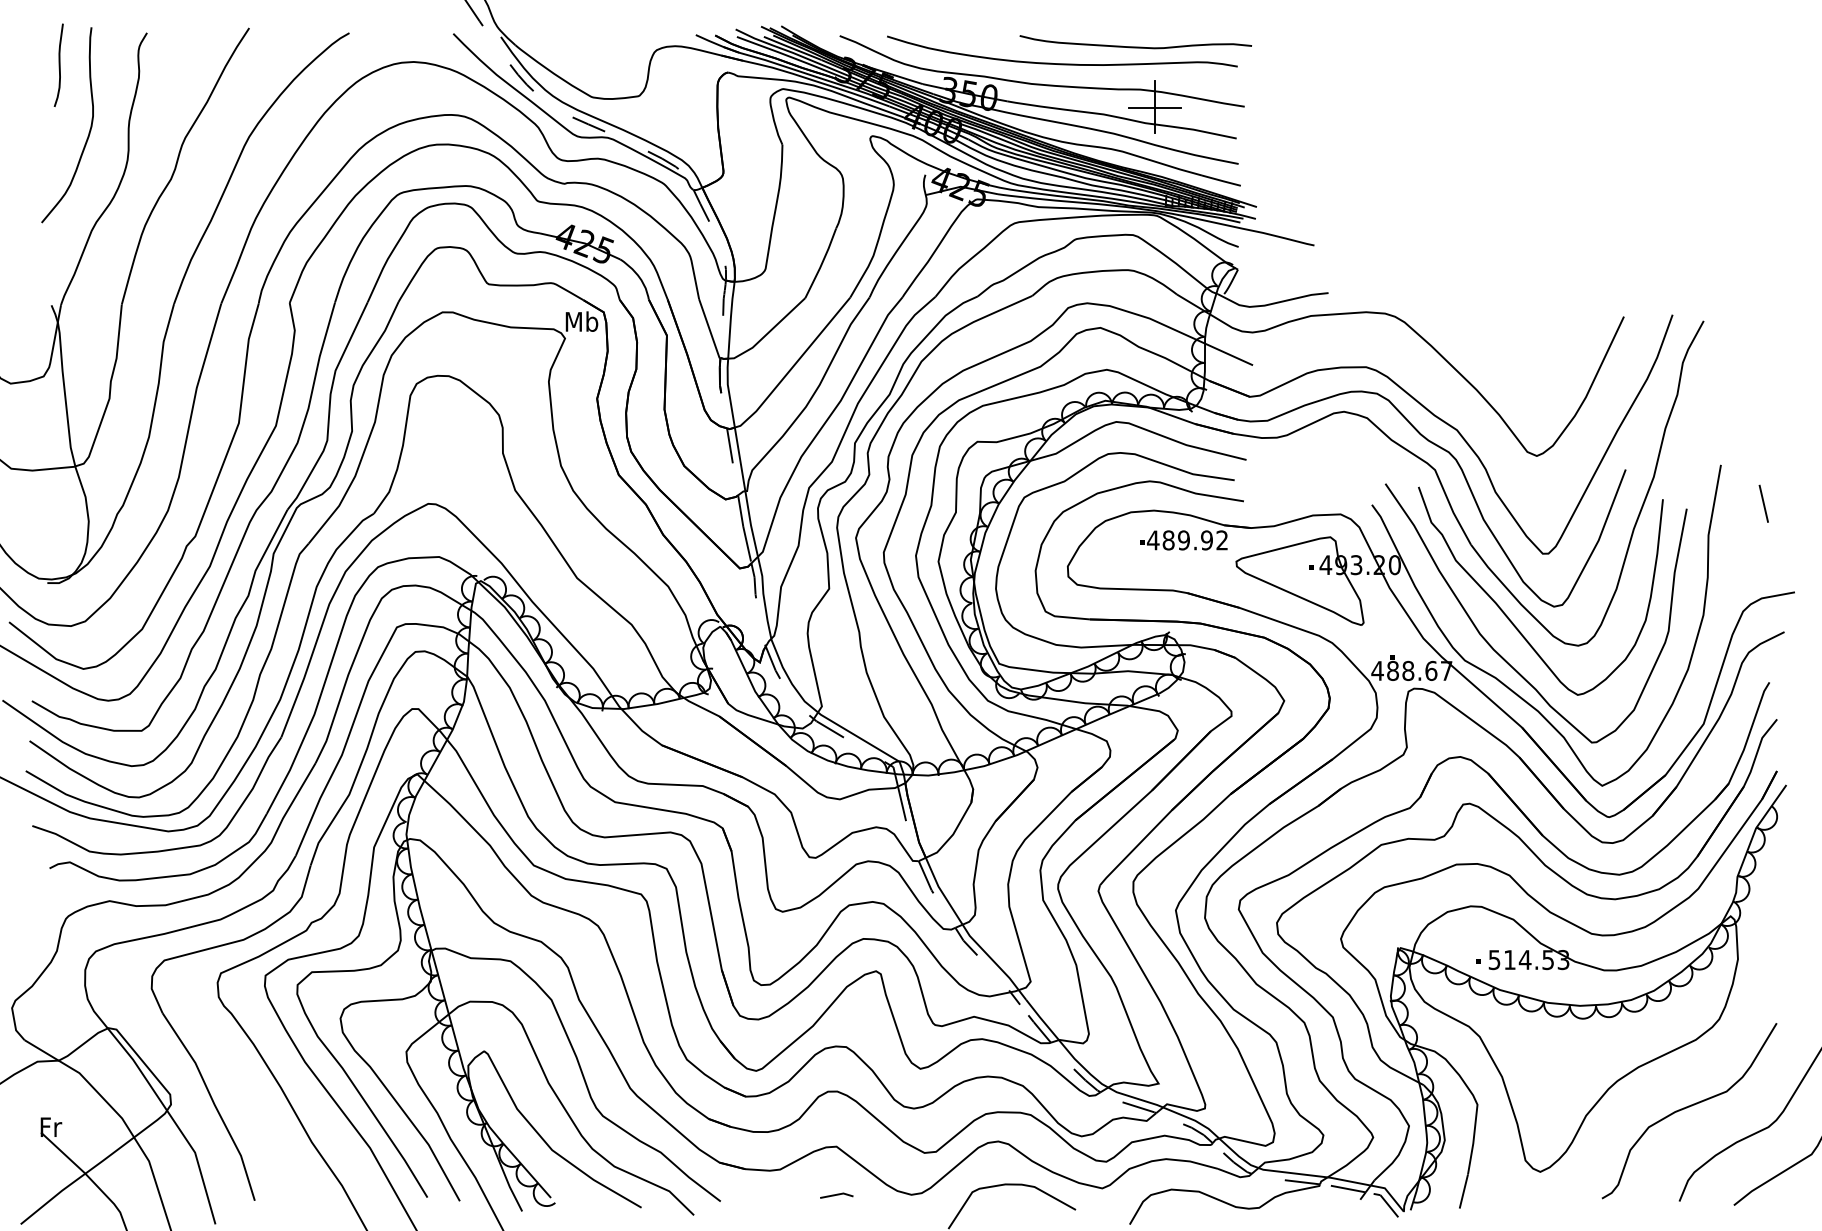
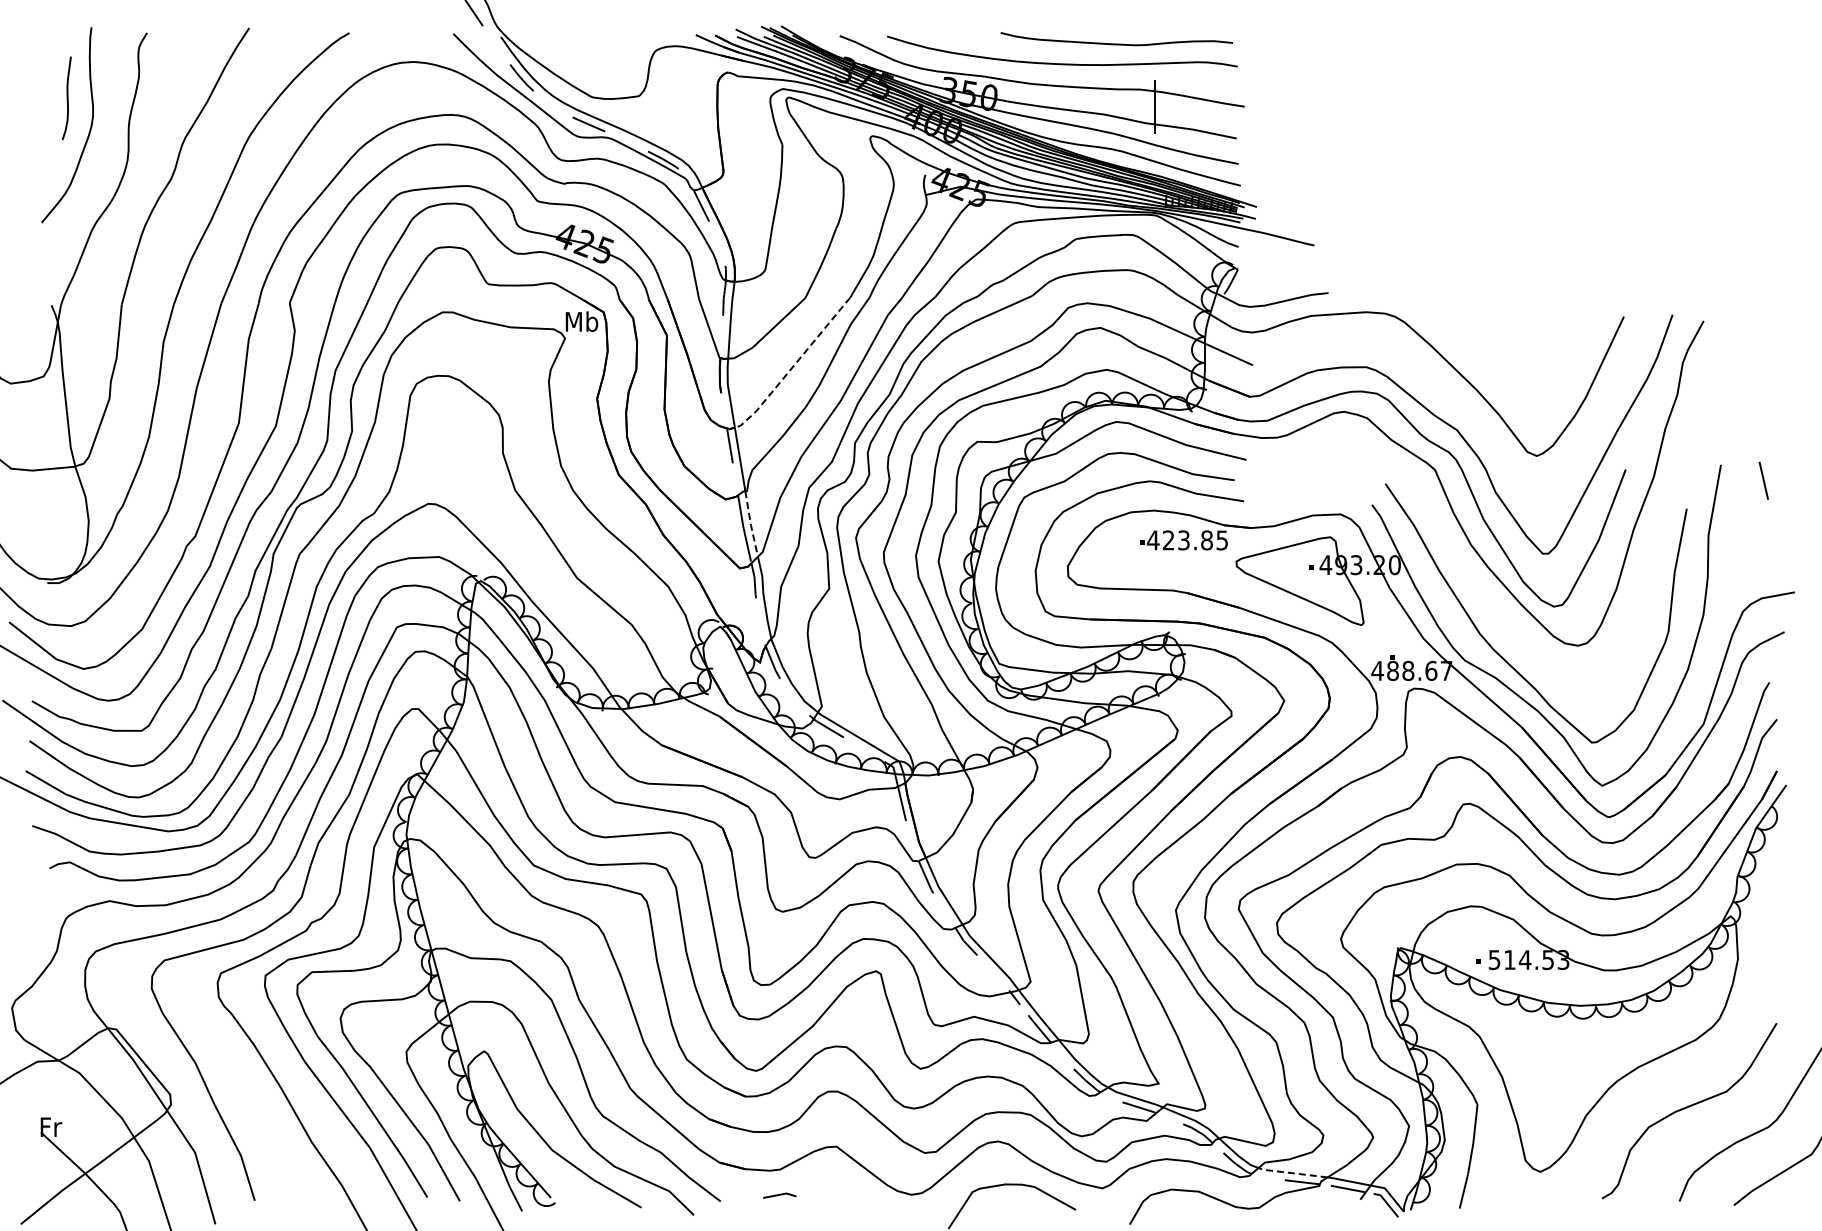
curve at (1135, 46) position: (1135, 46) -> (1116, 43)
curve at (58, 64) position: (58, 64) -> (66, 97)
line at (1154, 108): present -> none
line at (793, 366): solid -> dashed
line at (1763, 503) position: (1763, 503) -> (1763, 480)
line at (751, 525): solid -> dashed
text at (1194, 540): 489.92 -> 423.85
curve at (1508, 616): present -> none
line at (1291, 1173): solid -> dashed
line at (836, 1195) position: (836, 1195) -> (779, 1195)
